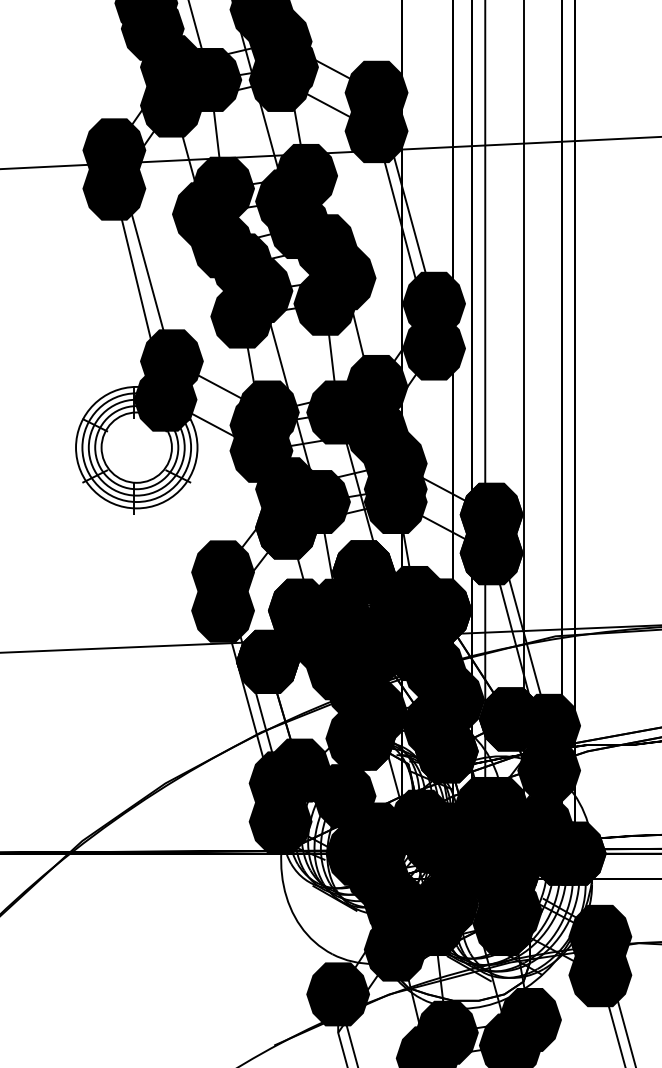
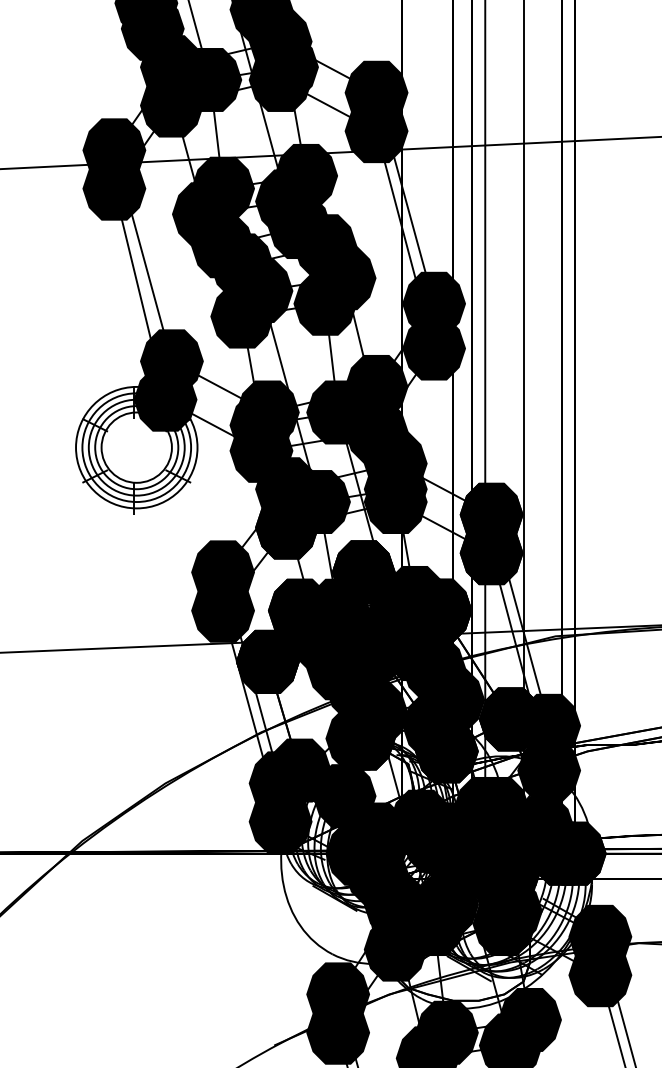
fill at (338, 1032): none -> present
